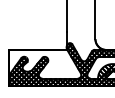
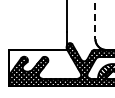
line at (95, 20): solid -> dashed
